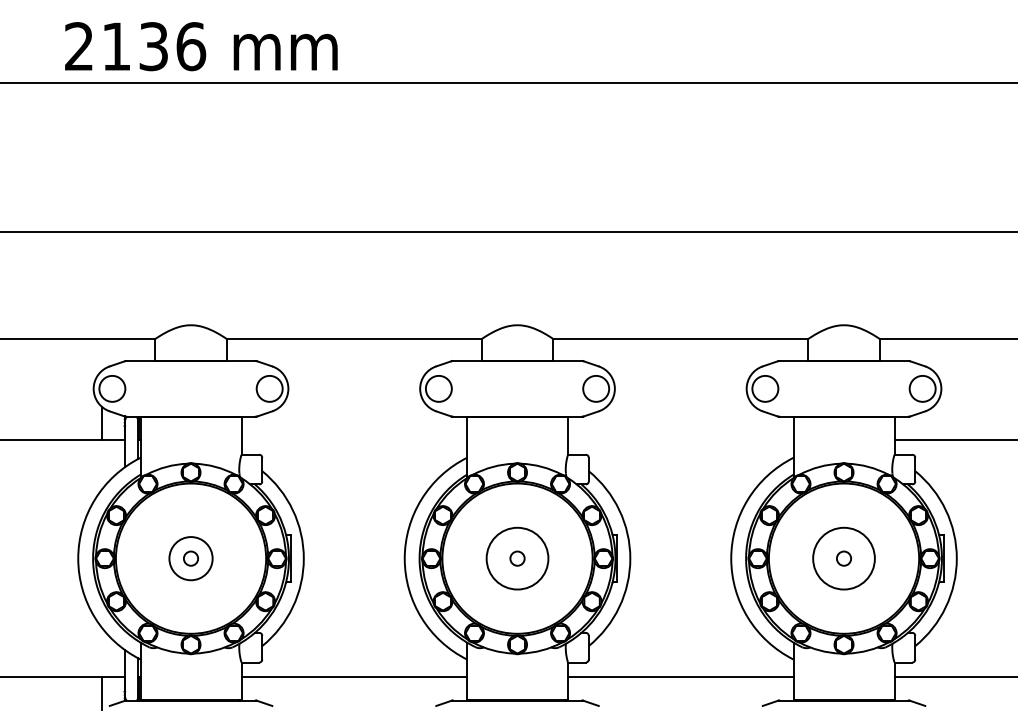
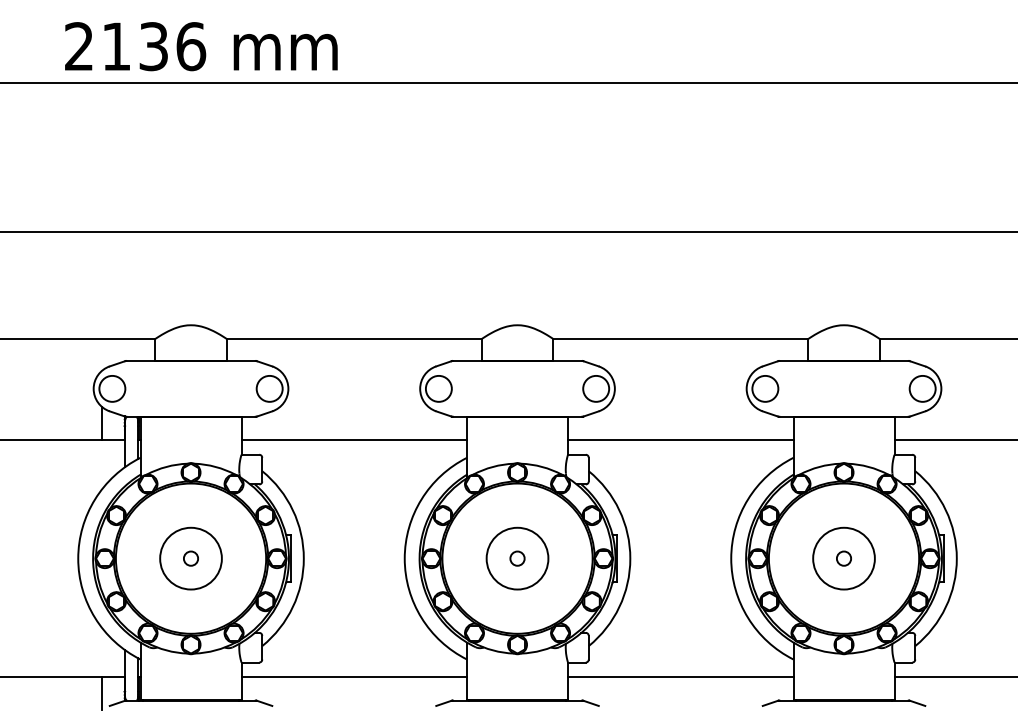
line at (354, 439): none -> present
line at (680, 439): none -> present
circle at (190, 558) diameter: 43 px -> 62 px
